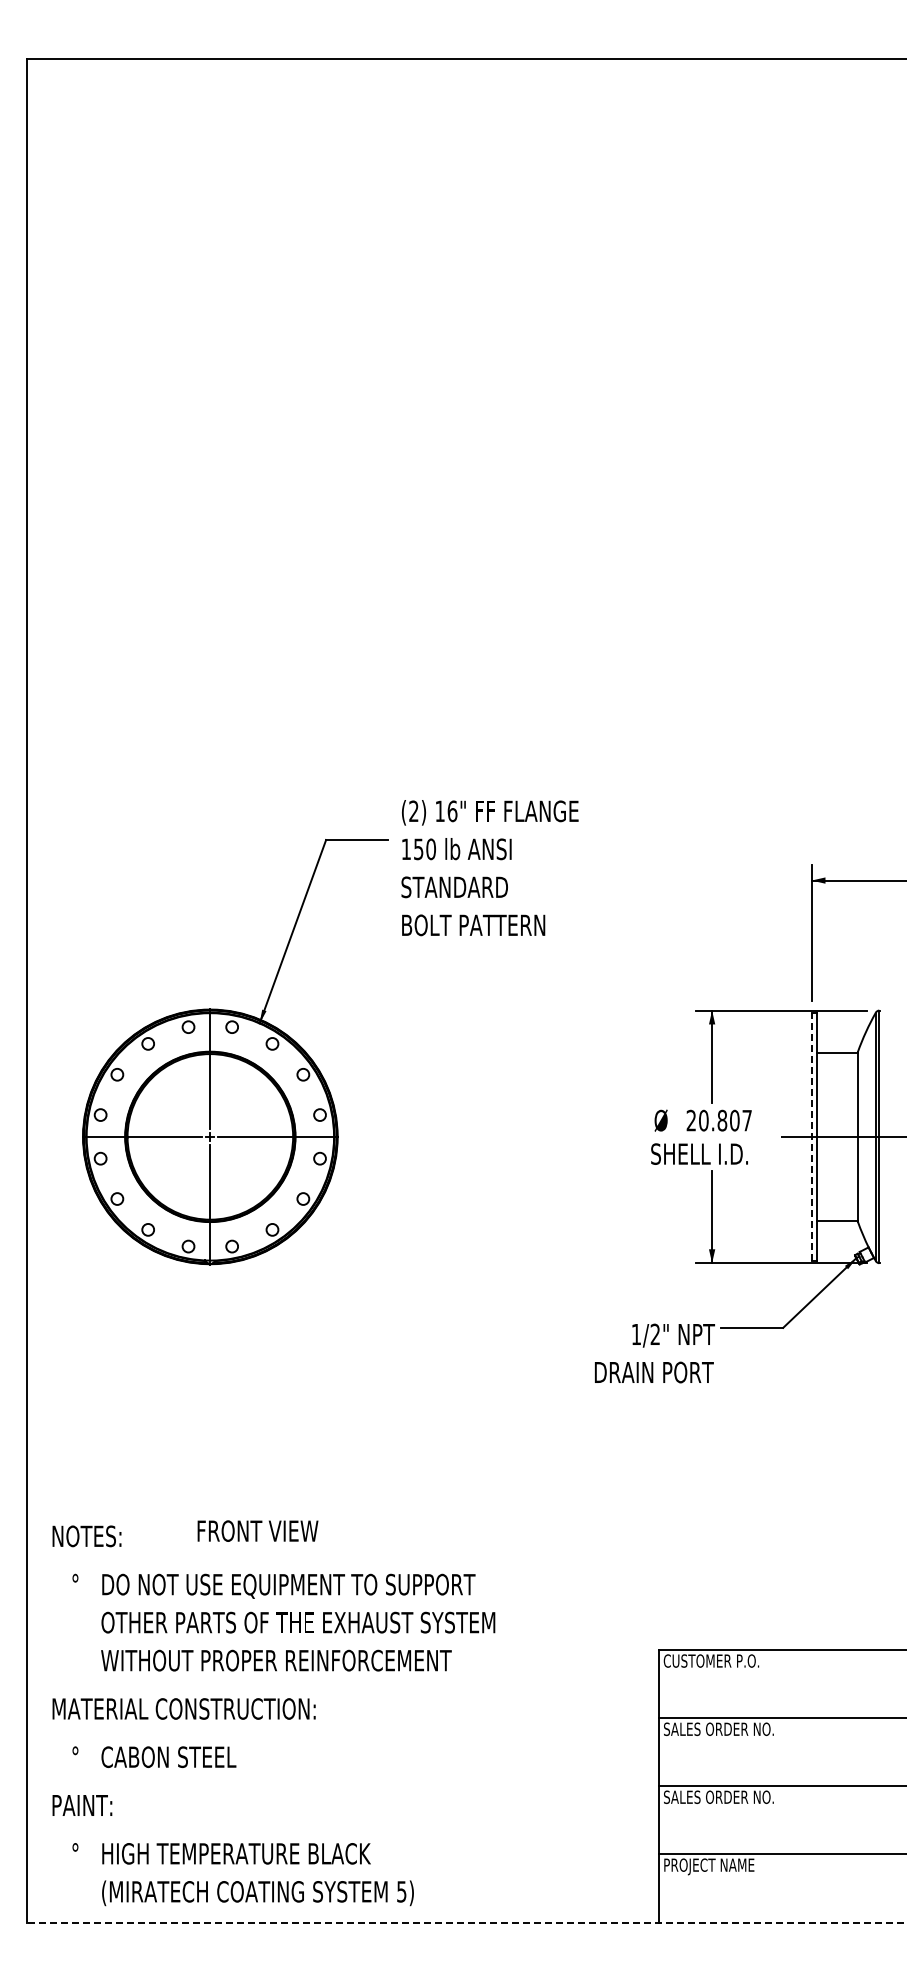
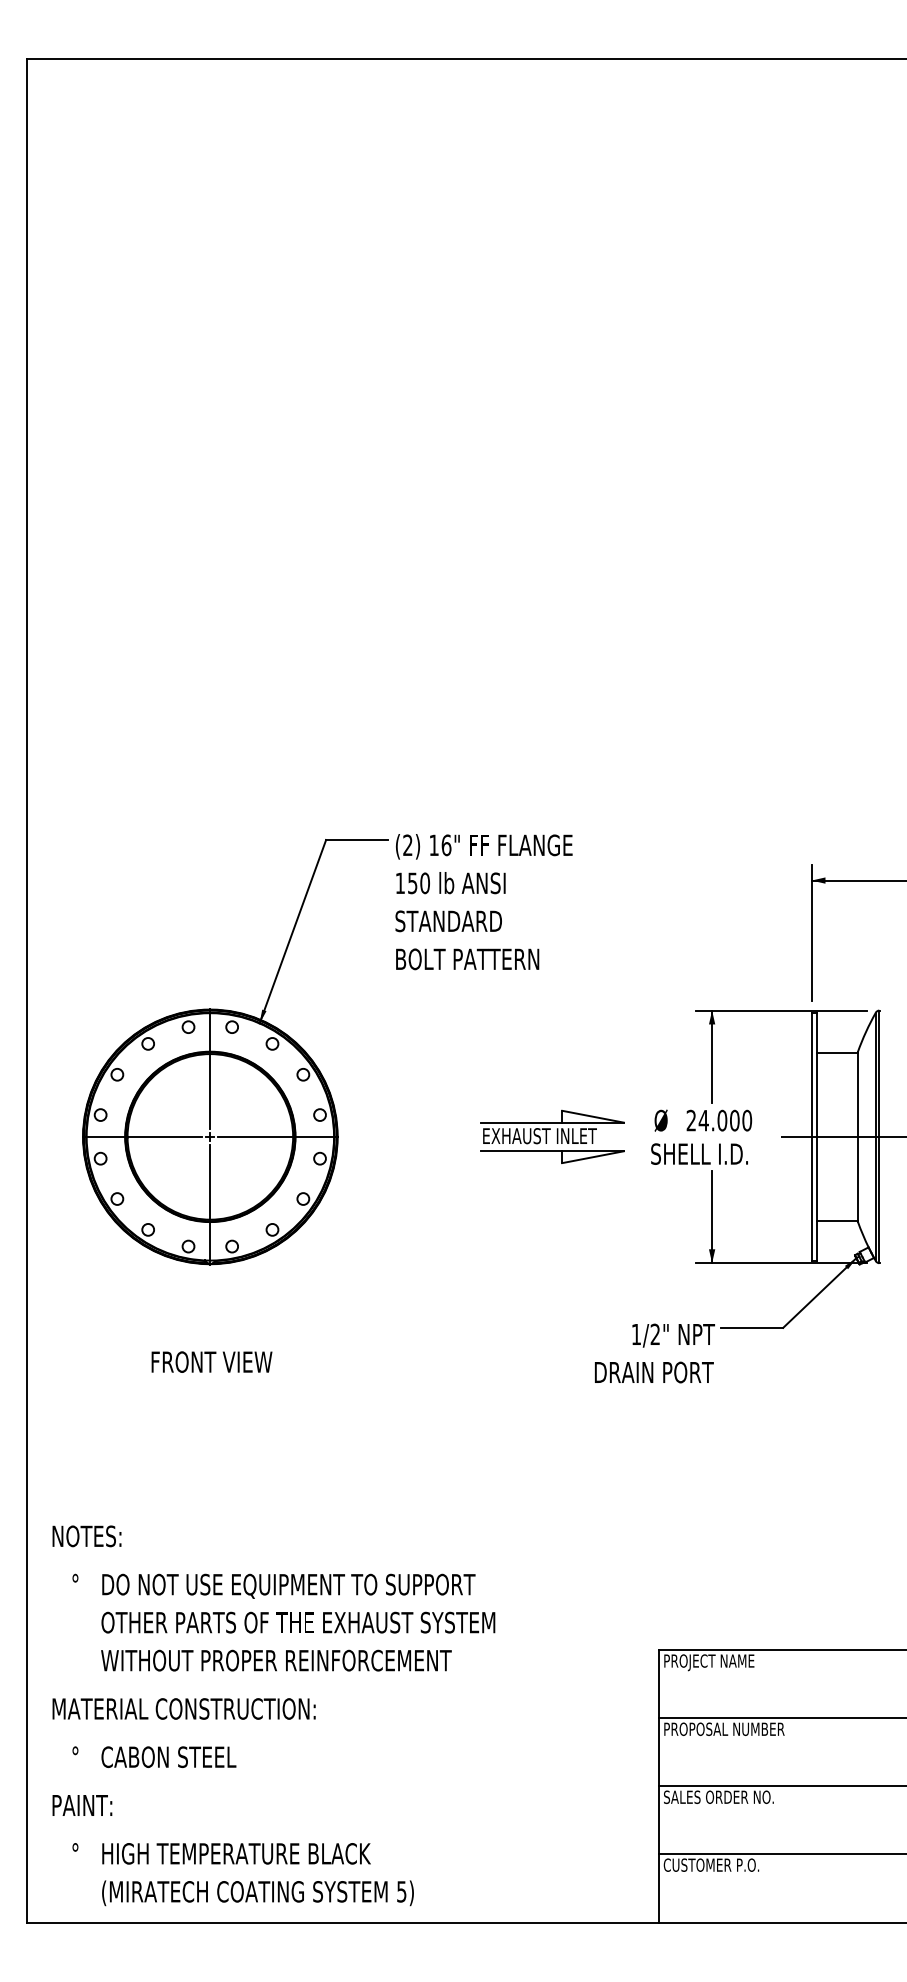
text at (489, 868) position: (489, 868) -> (483, 902)
text at (725, 1120): 20.807 -> 24.000
part at (552, 1136): none -> present
line at (811, 1136): dashed -> solid
text at (257, 1530) position: (257, 1530) -> (211, 1361)
text at (711, 1662): CUSTOMER P.O. -> PROJECT NAME
text at (724, 1729): SALES ORDER NO. -> PROPOSAL NUMBER
text at (711, 1866): PROJECT NAME -> CUSTOMER P.O.
line at (466, 1922): dashed -> solid
